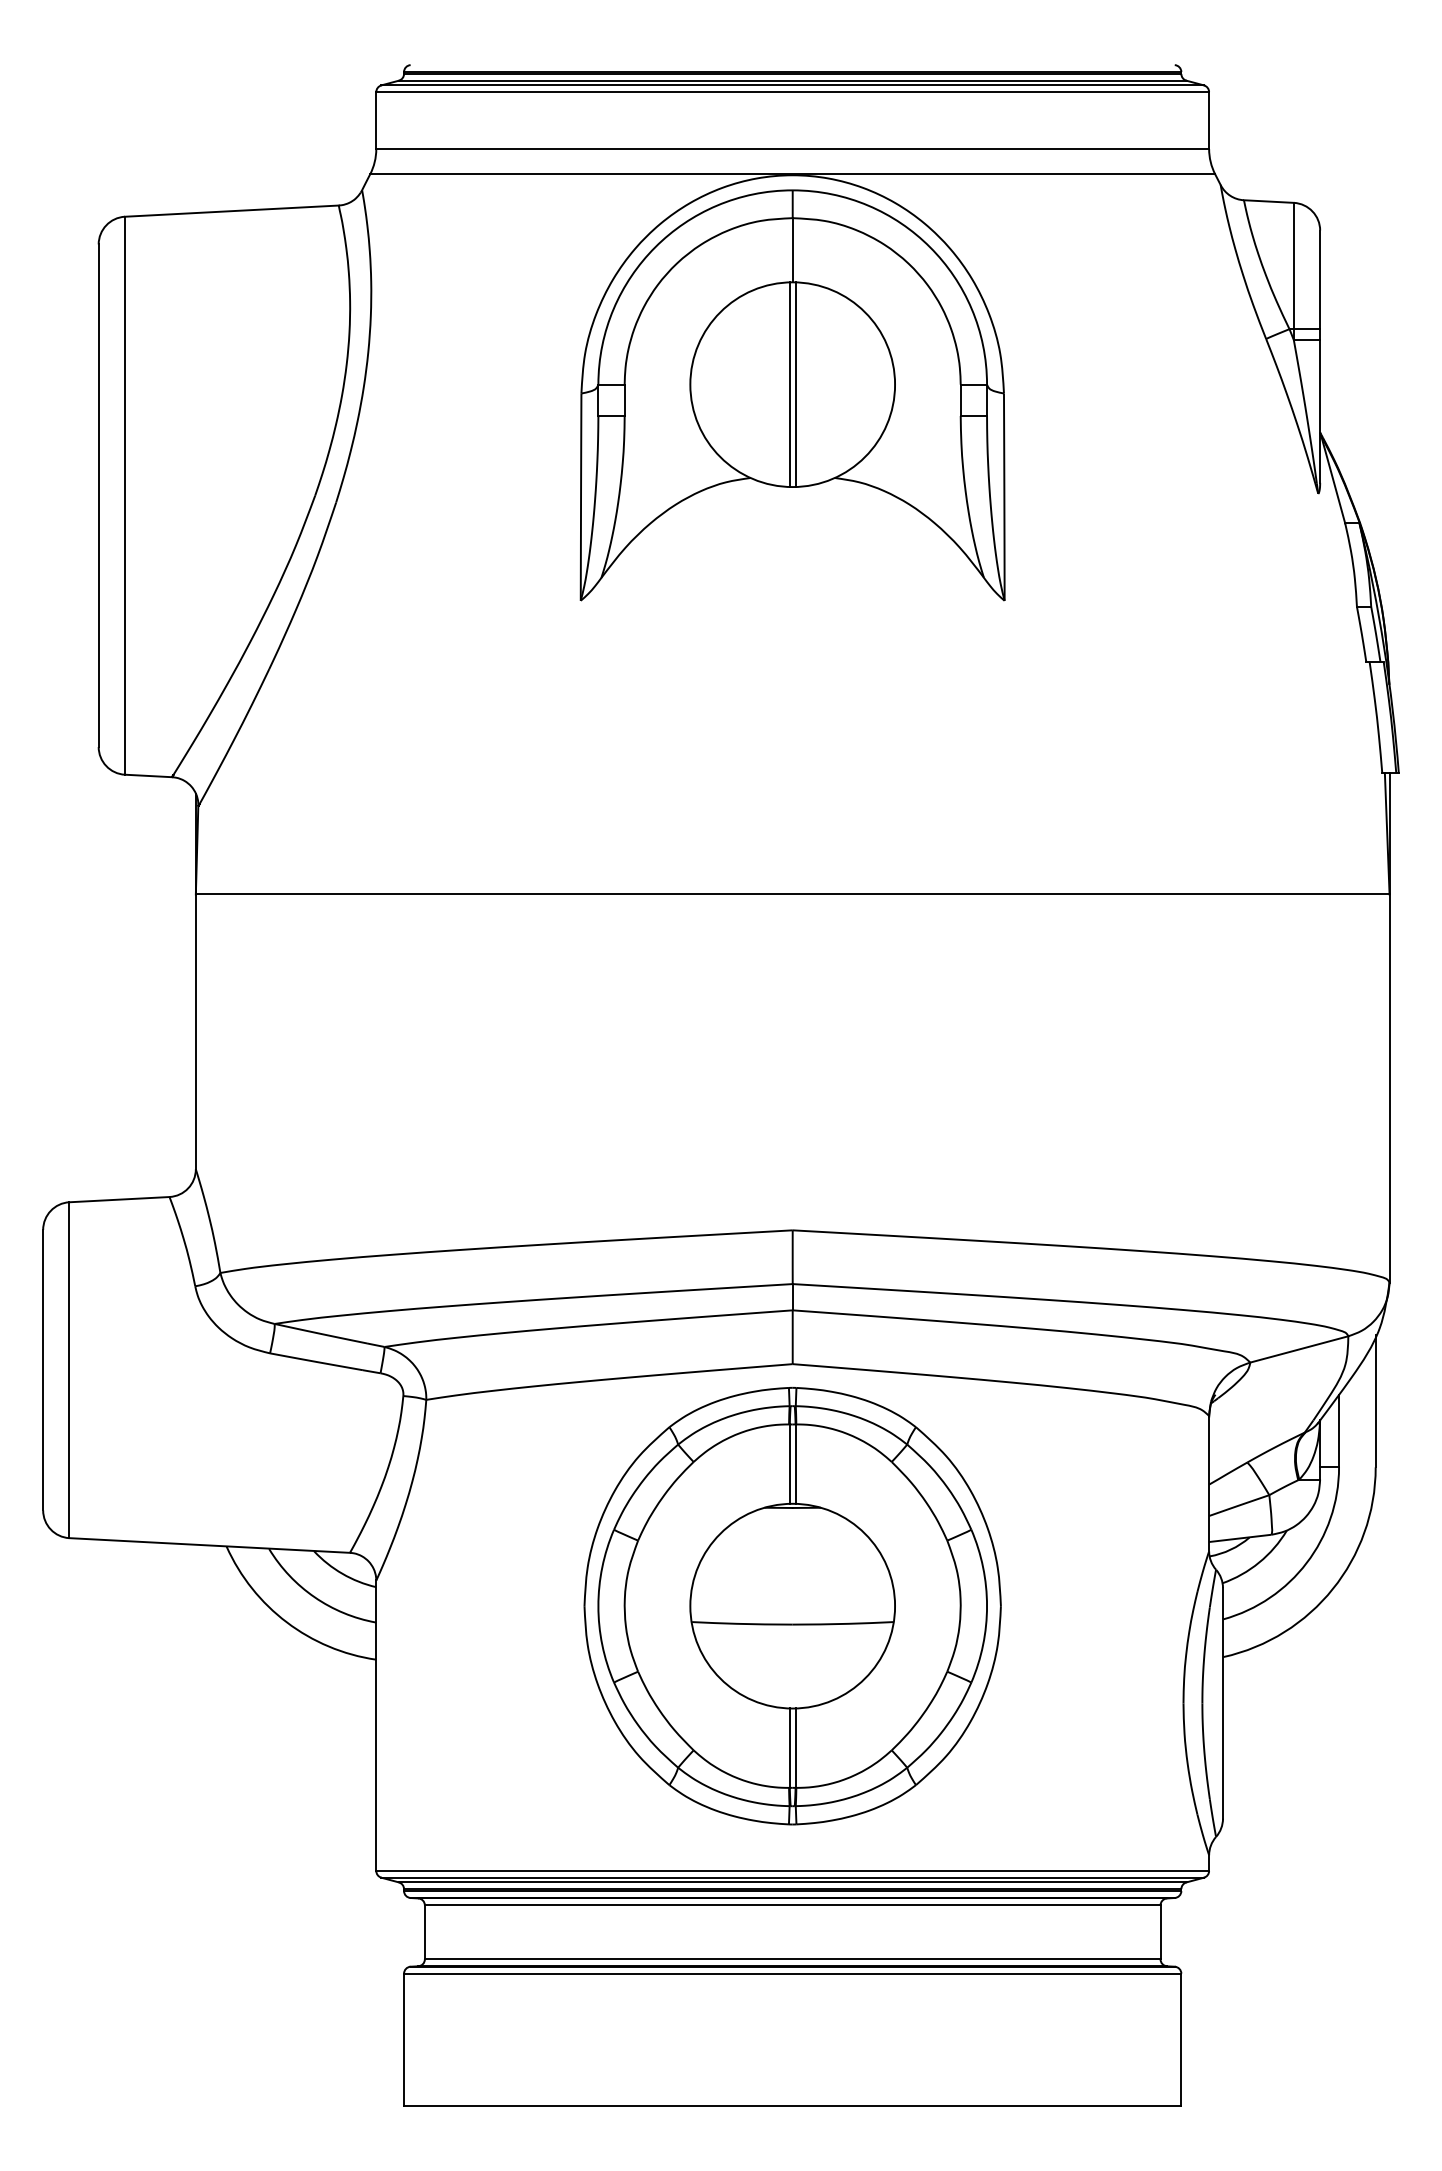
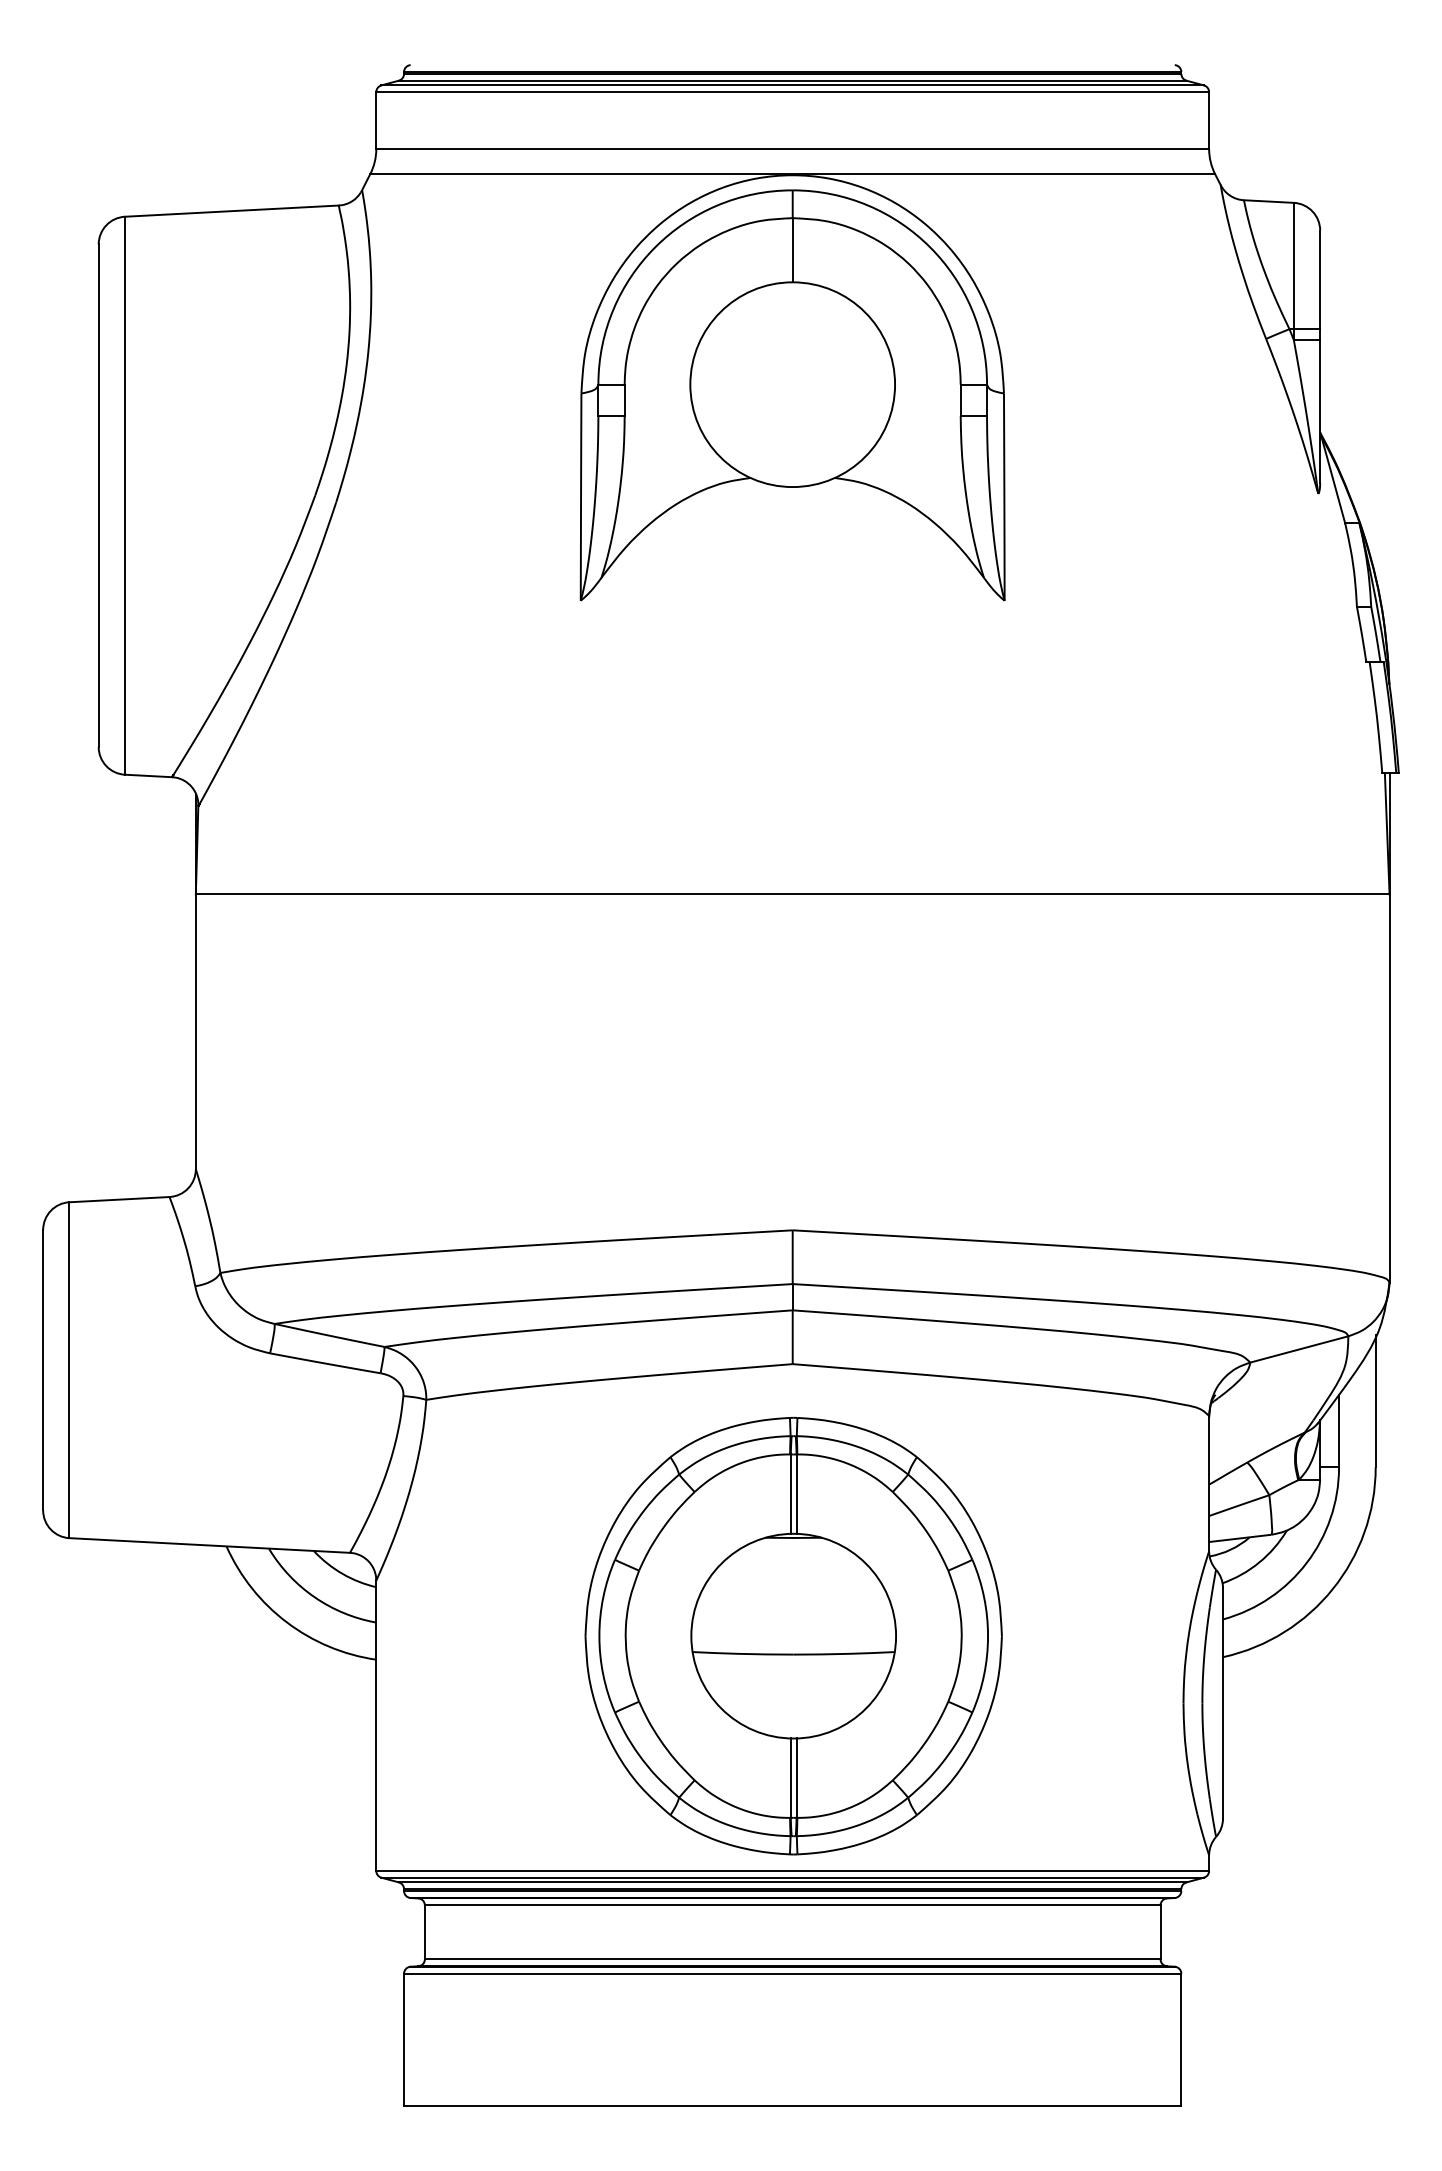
line at (789, 384): present -> none
line at (795, 384): present -> none
part at (792, 1605) position: (792, 1605) -> (793, 1635)
